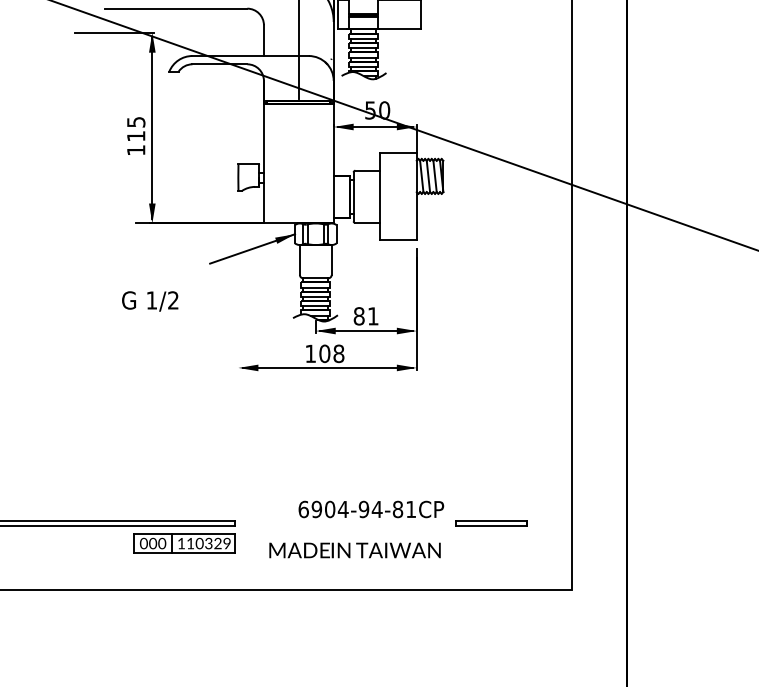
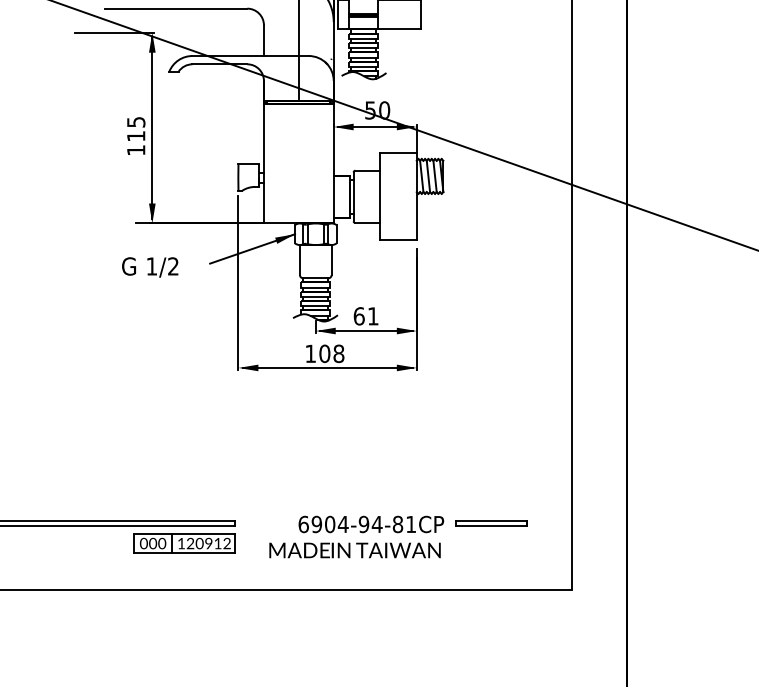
line at (238, 283): none -> present
text at (150, 301) position: (150, 301) -> (150, 267)
text at (358, 316): 81 -> 61
text at (371, 509) position: (371, 509) -> (371, 524)
text at (208, 543): 110329 -> 120912
